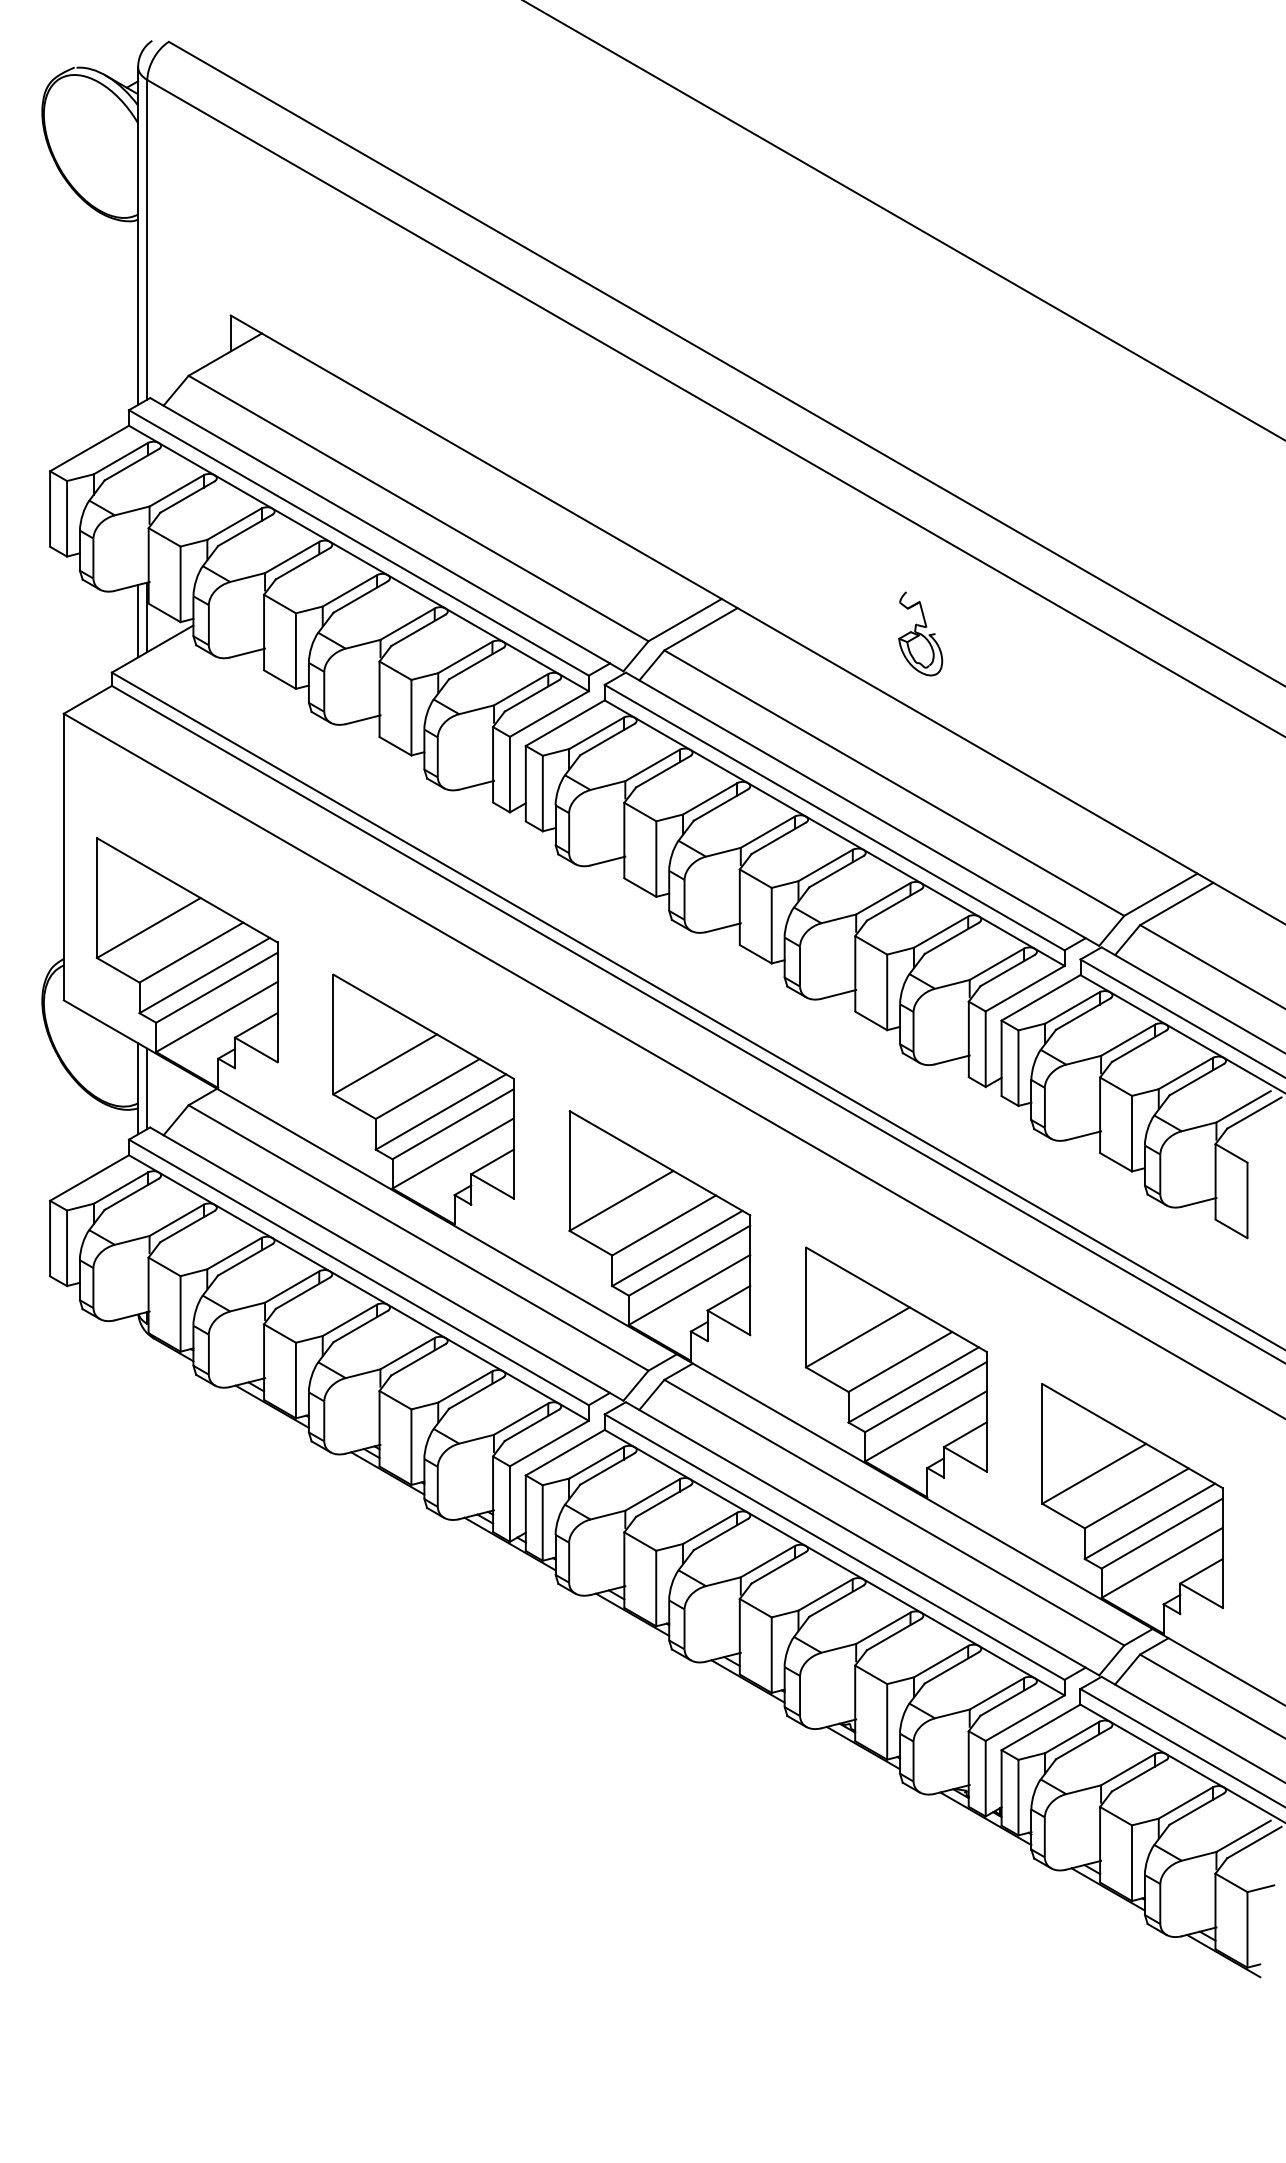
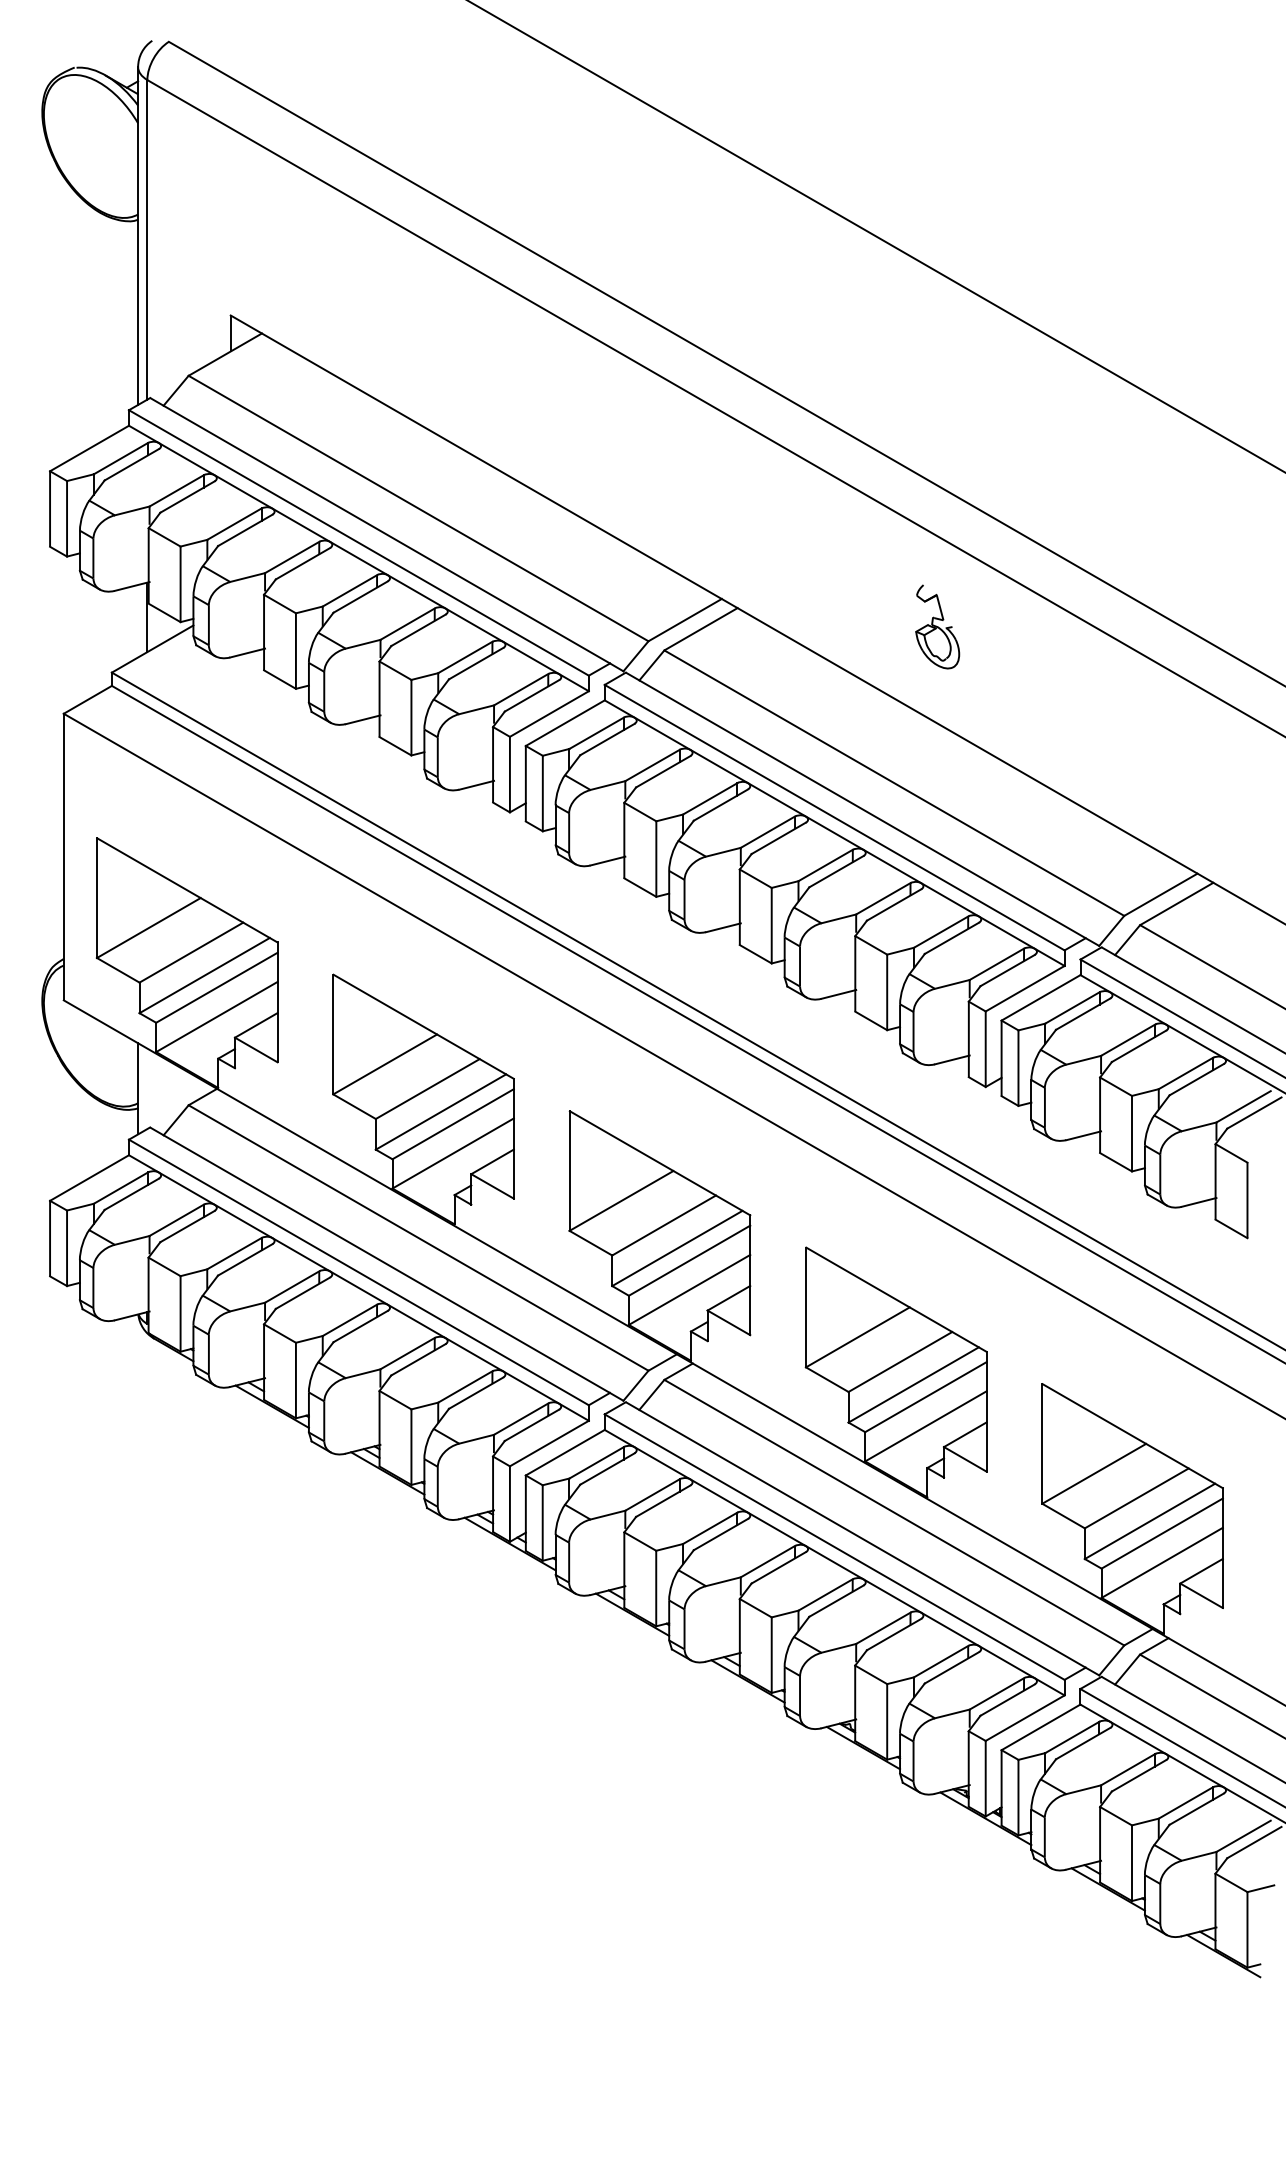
line at (903, 220) position: (903, 220) -> (876, 236)
line at (138, 621): present -> none
part at (920, 633) position: (920, 633) -> (937, 626)
line at (147, 1088): present -> none
